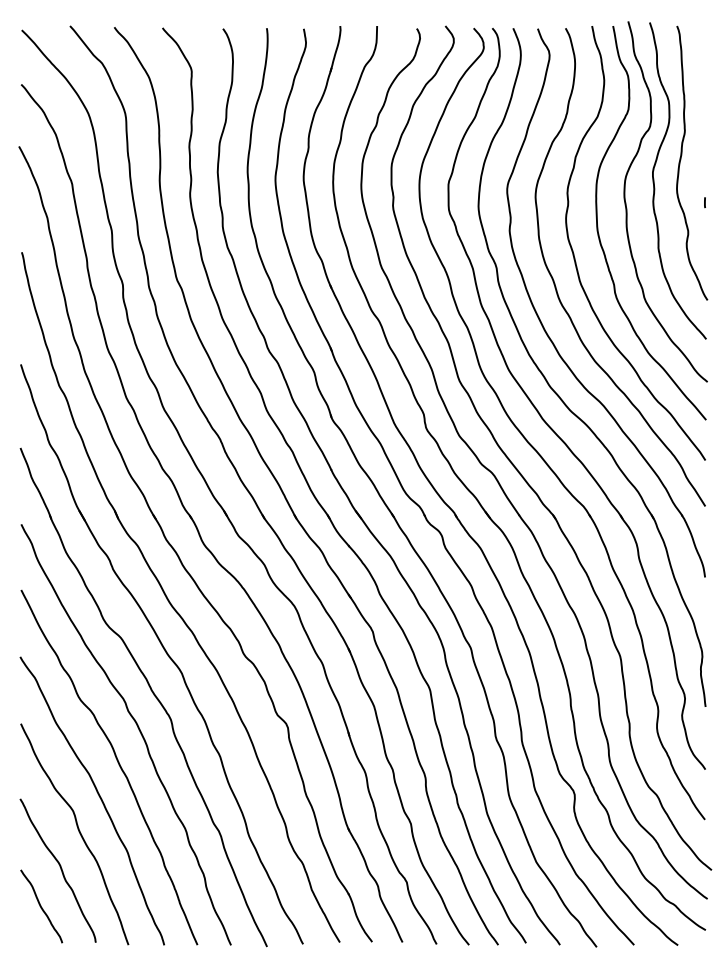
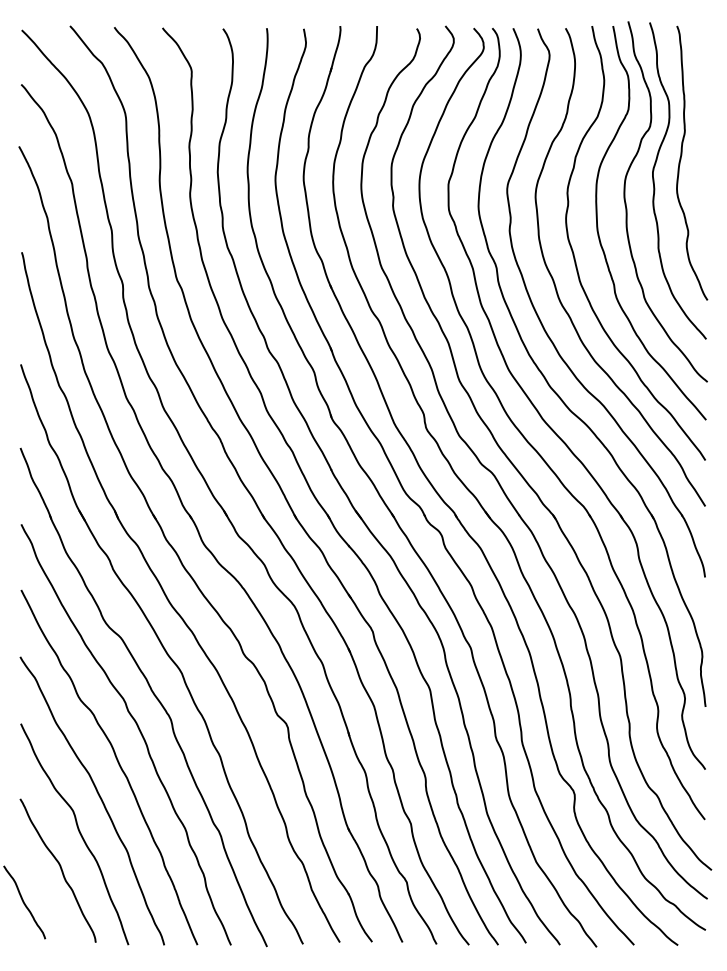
line at (704, 202): present -> none
curve at (41, 906) position: (41, 906) -> (24, 902)
